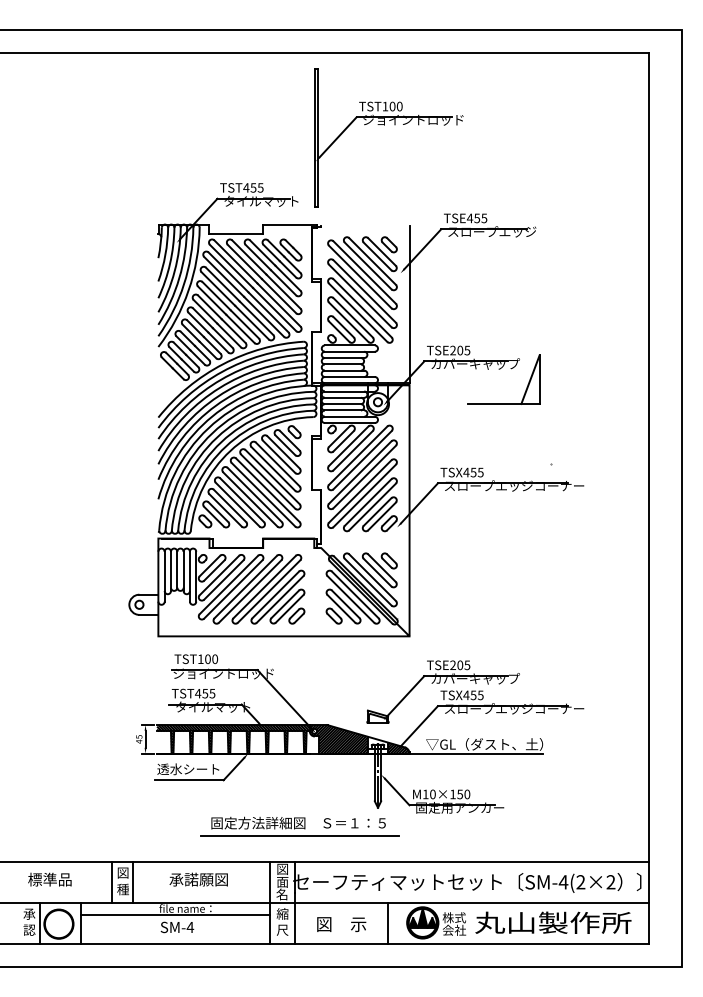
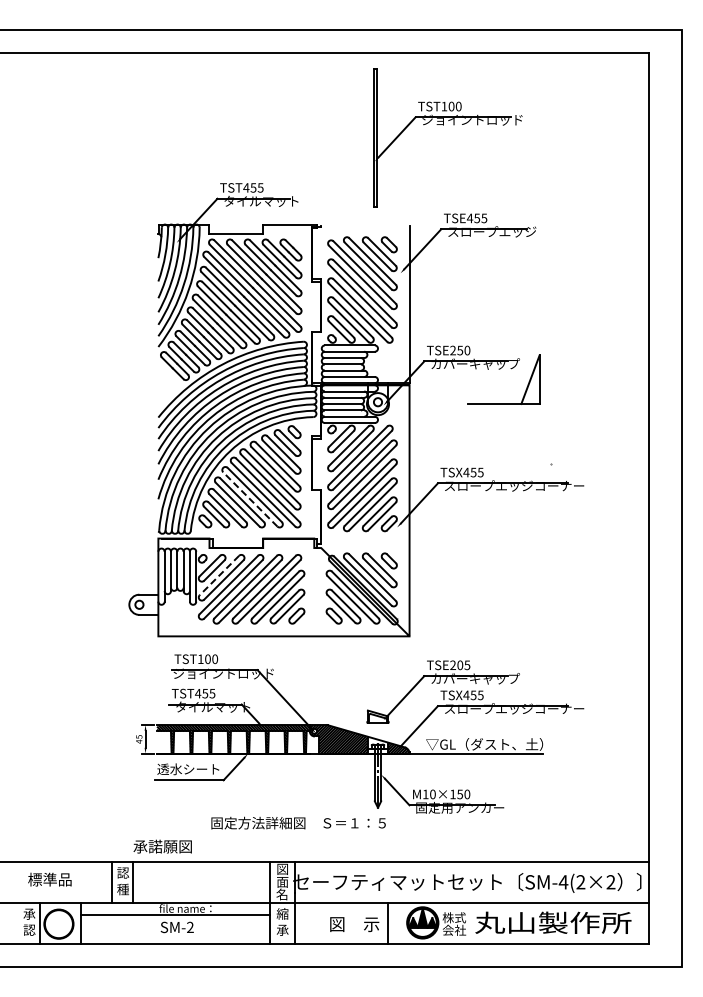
part at (384, 125) position: (384, 125) -> (443, 125)
text at (463, 350): TSE205 -> TSE250
line at (250, 499): solid -> dashed
line at (219, 575): solid -> dashed
line at (299, 835): present -> none
text at (123, 872): 図 -> 認
text at (198, 879) position: (198, 879) -> (162, 846)
text at (341, 924) position: (341, 924) -> (354, 924)
text at (190, 926): SM-4 -> SM-2
text at (282, 929): 尺 -> 承
